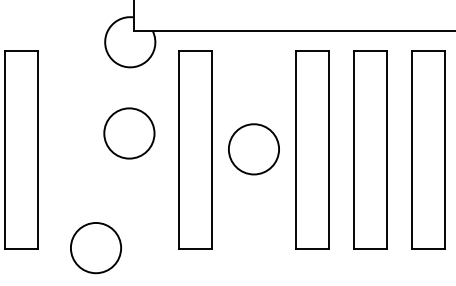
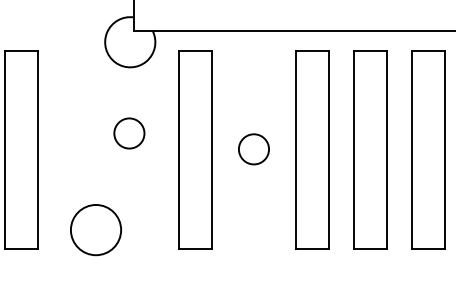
circle at (129, 133) diameter: 50 px -> 30 px
circle at (253, 149) diameter: 50 px -> 30 px
circle at (95, 248) position: (95, 248) -> (95, 230)
